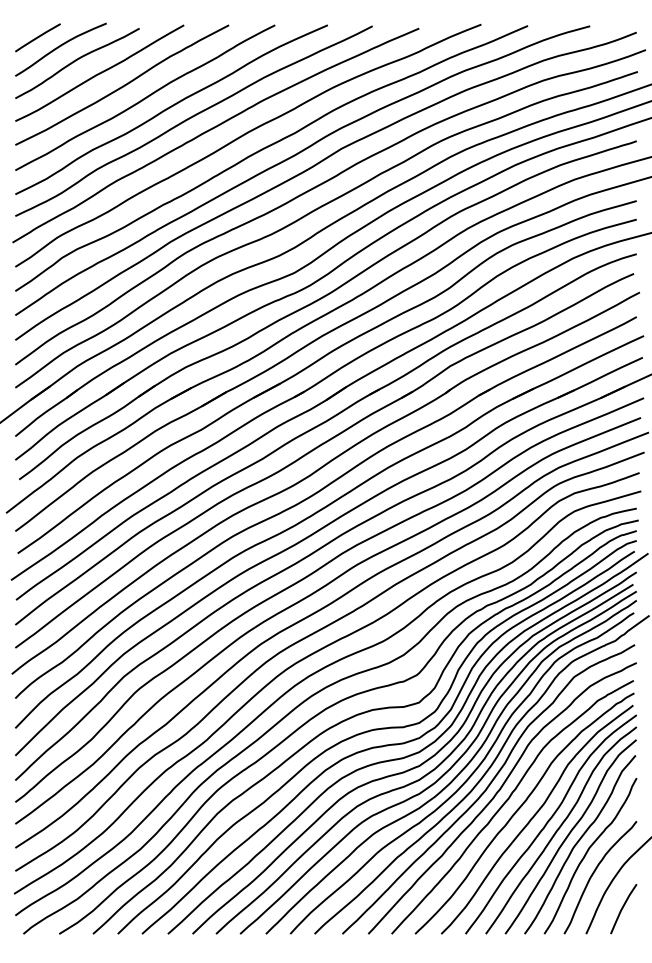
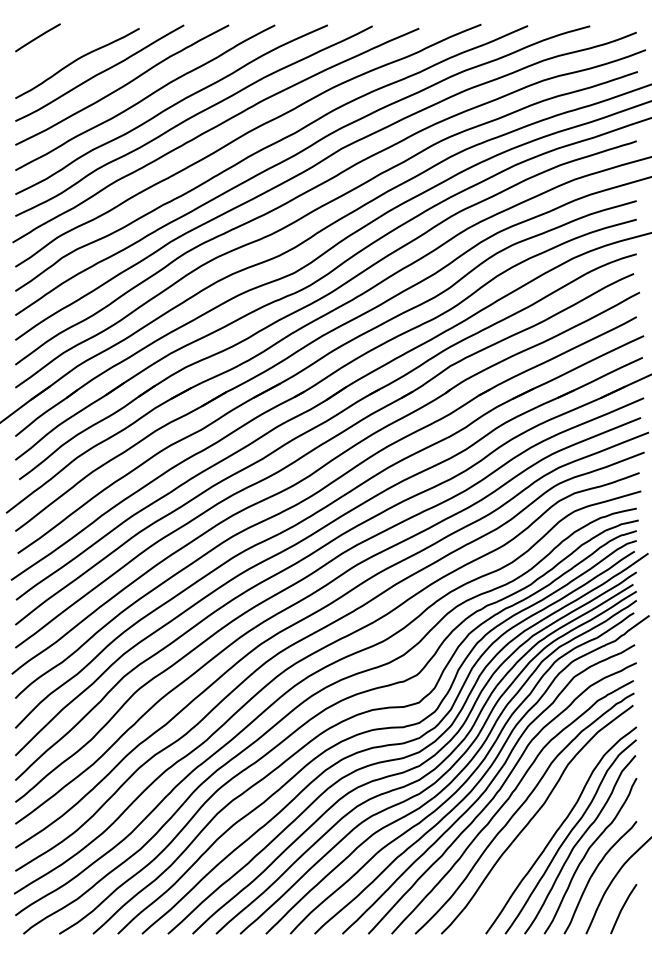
curve at (59, 47): present -> none
curve at (548, 822): present -> none
